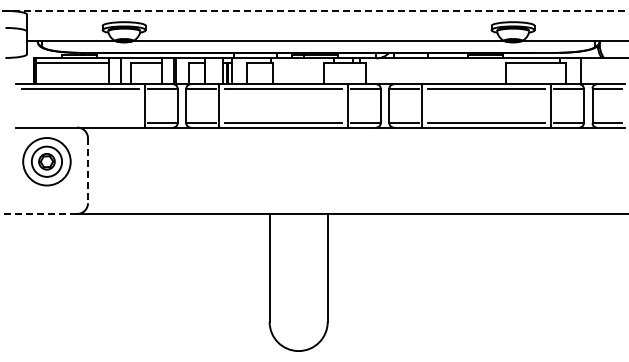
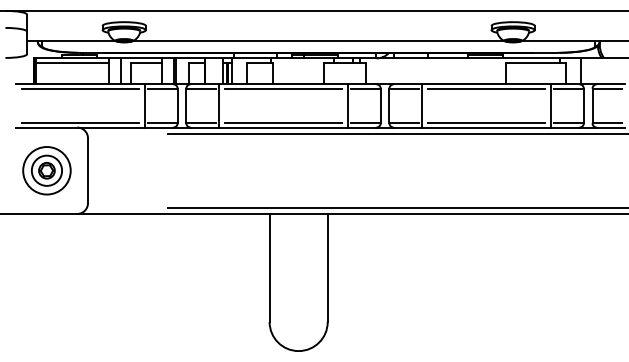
line at (314, 10): dashed -> solid
line at (80, 123): none -> present
line at (396, 134): none -> present
part at (46, 161) position: (46, 161) -> (46, 170)
line at (88, 171): dashed -> solid
line at (396, 207): none -> present
line at (38, 213): dashed -> solid
